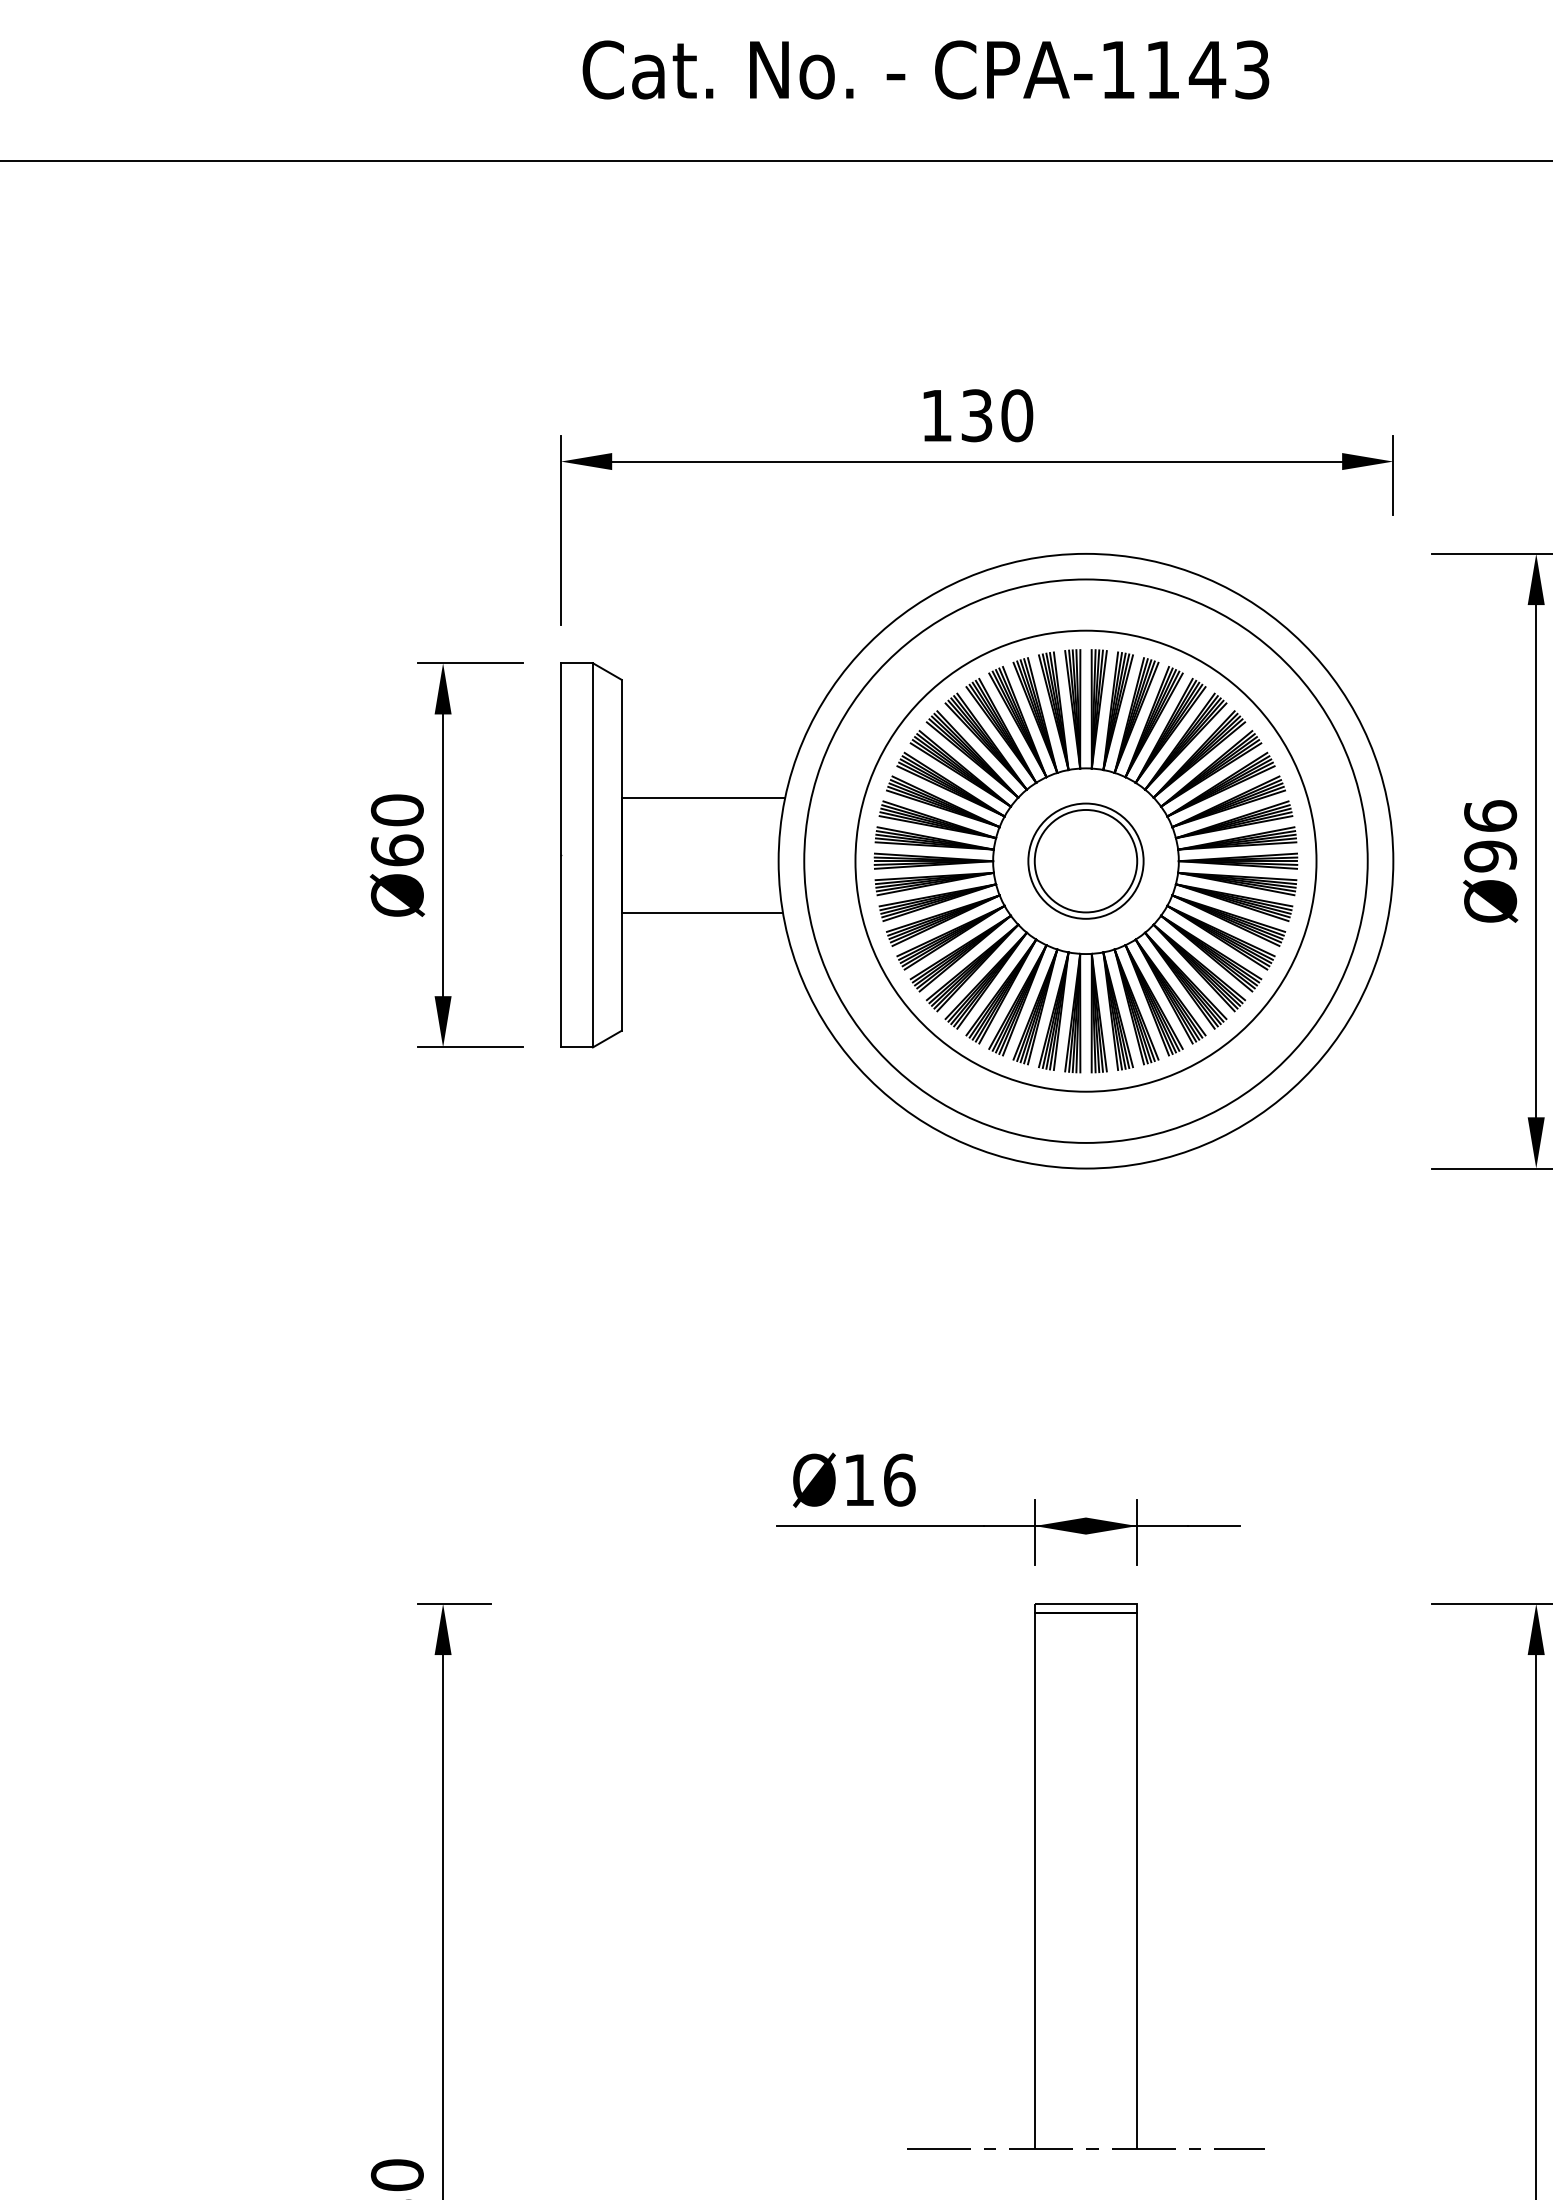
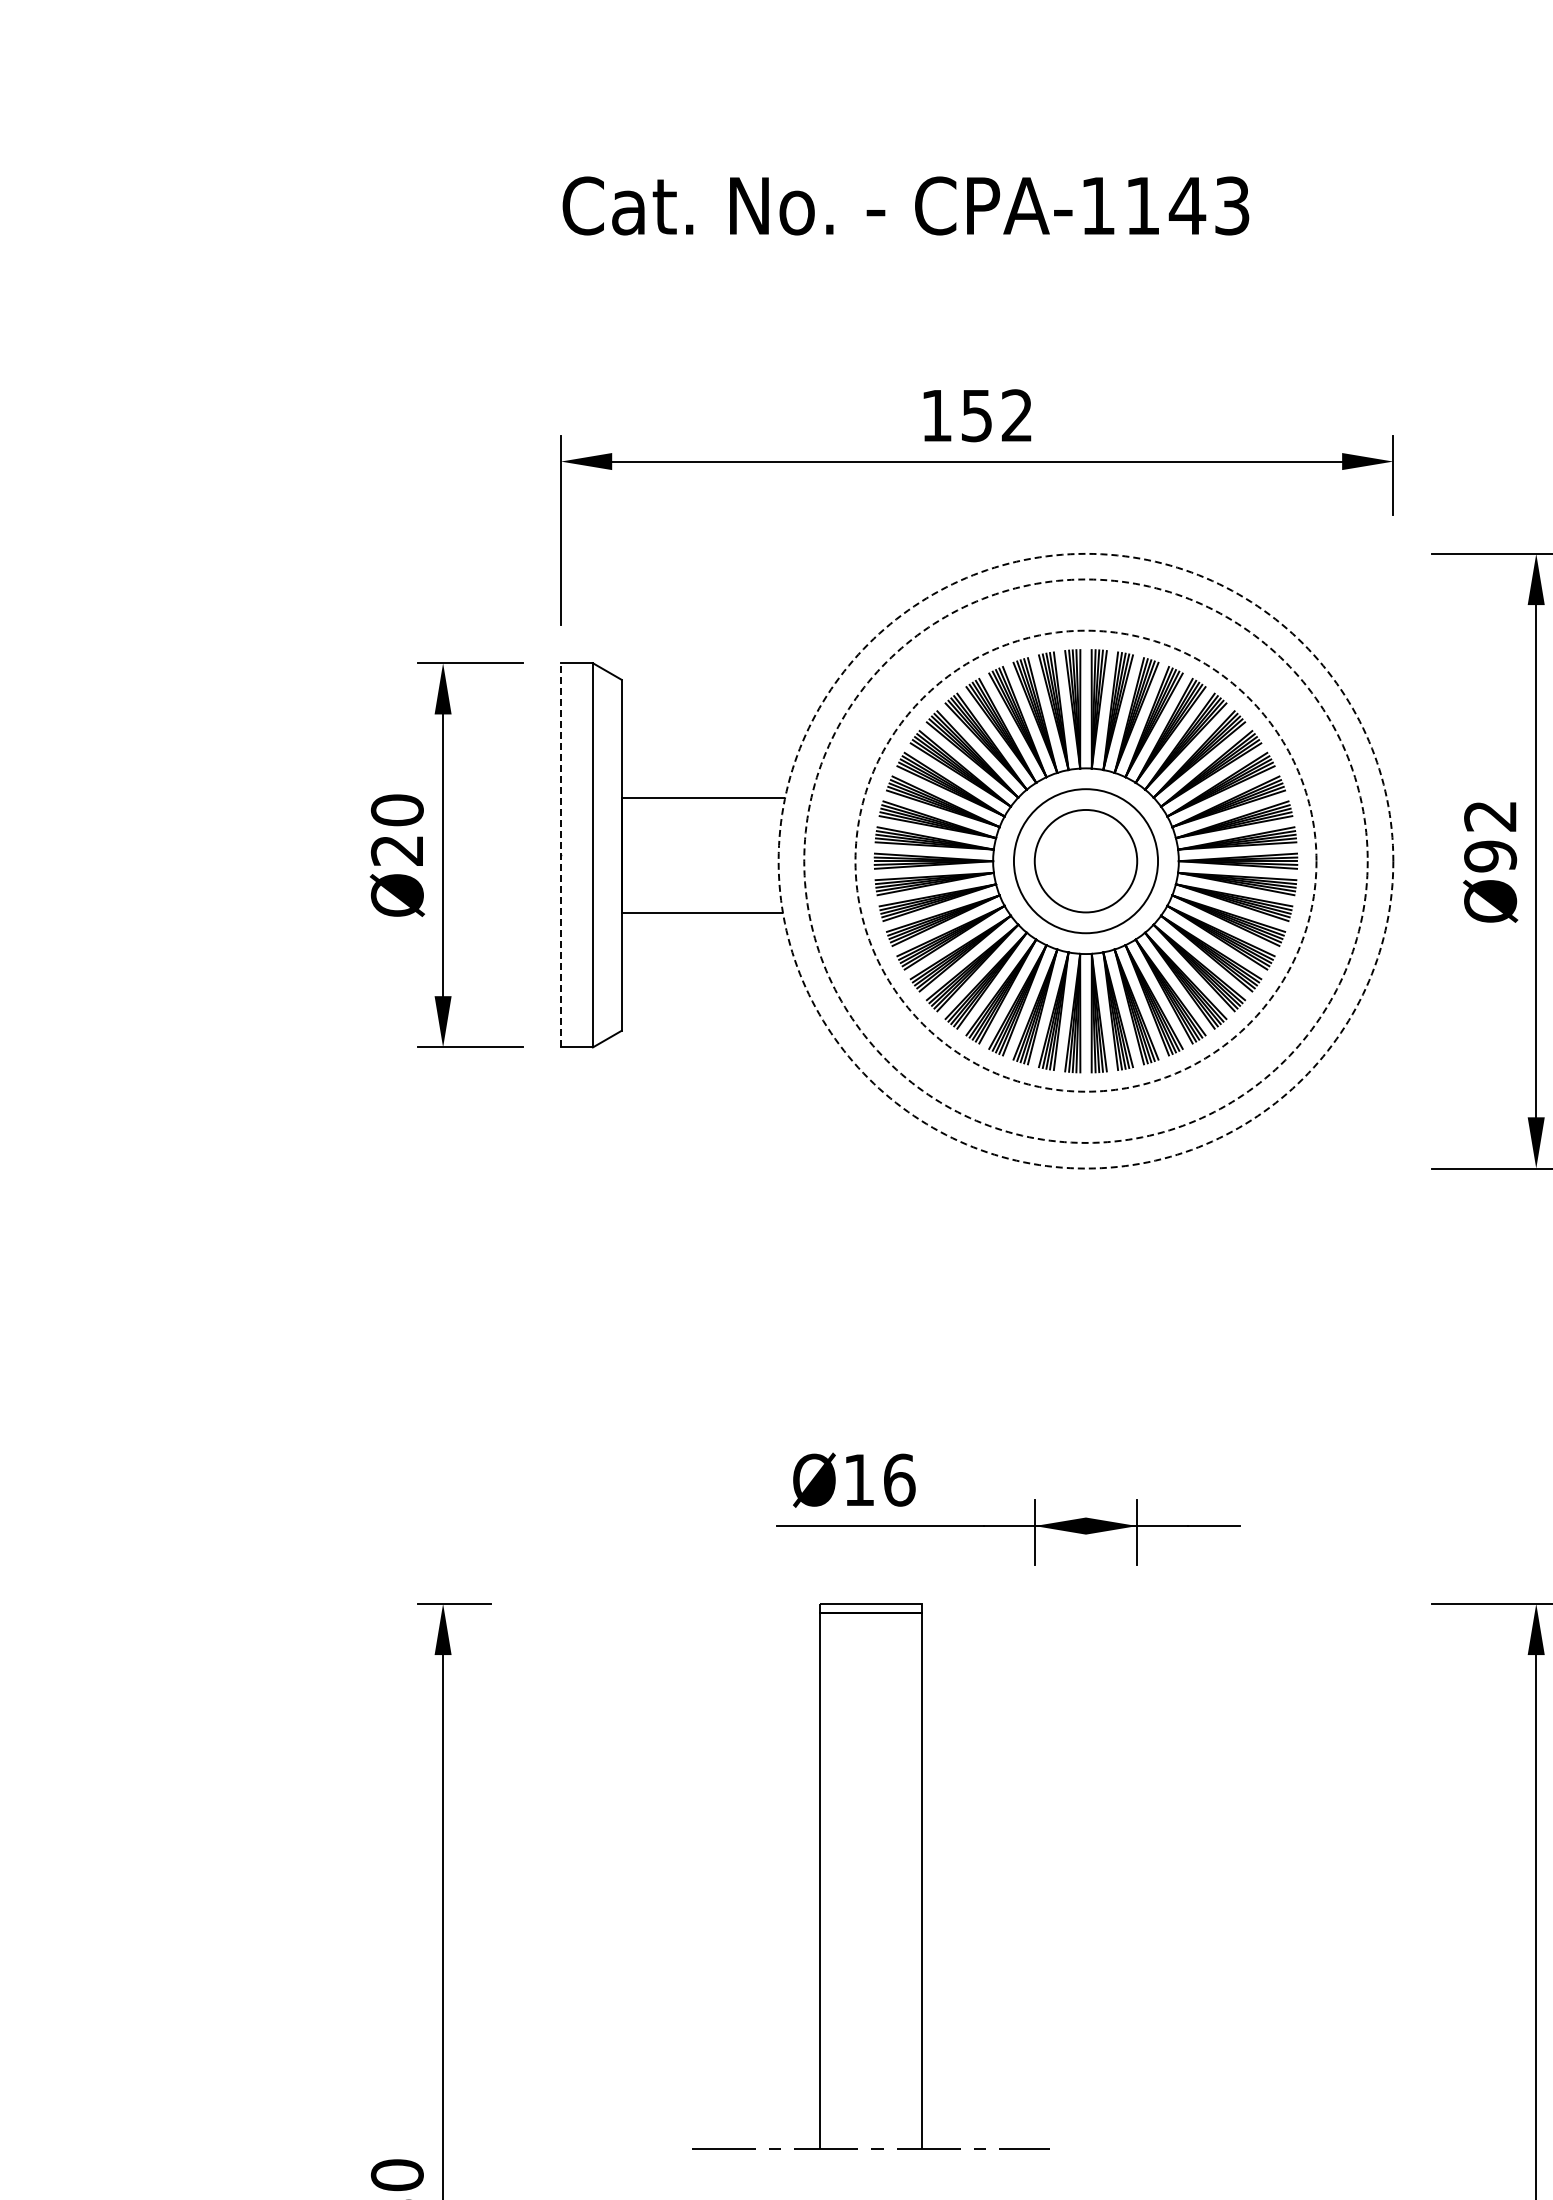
text at (925, 69) position: (925, 69) -> (905, 205)
line at (775, 161): present -> none
text at (997, 415): 130 -> 152
text at (1490, 815): Ø96 -> Ø92
text at (396, 850): Ø60 -> Ø20
line at (560, 854): solid -> dashed
circle at (1085, 860) diameter: 115 px -> 144 px
circle at (1085, 860): solid -> dashed
circle at (1085, 860): solid -> dashed
circle at (1085, 860): solid -> dashed
part at (1035, 1876) position: (1035, 1876) -> (820, 1876)
